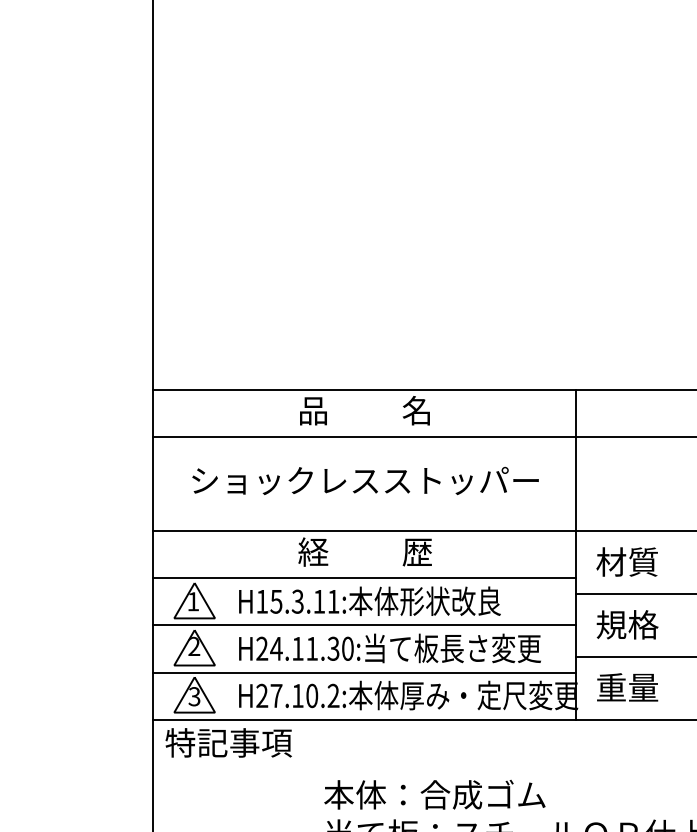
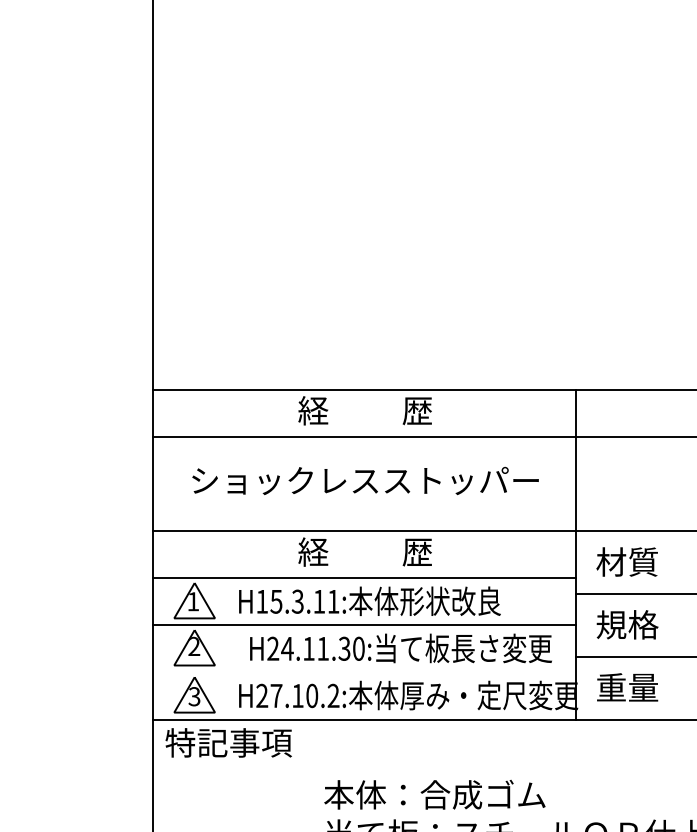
text at (364, 410): 品          名 -> 経          歴
text at (389, 648) position: (389, 648) -> (400, 648)
line at (364, 672): present -> none
